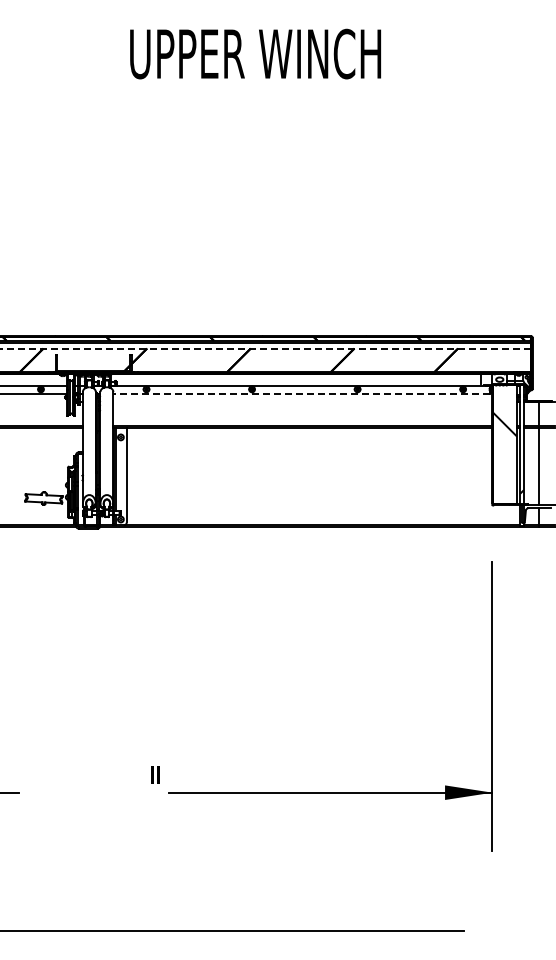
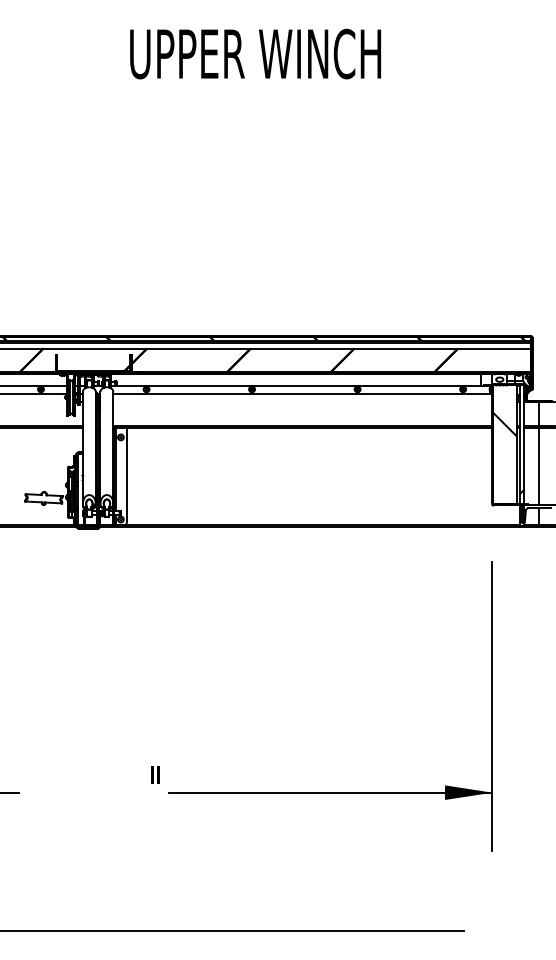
line at (265, 348): dashed -> solid
line at (301, 393): dashed -> solid
